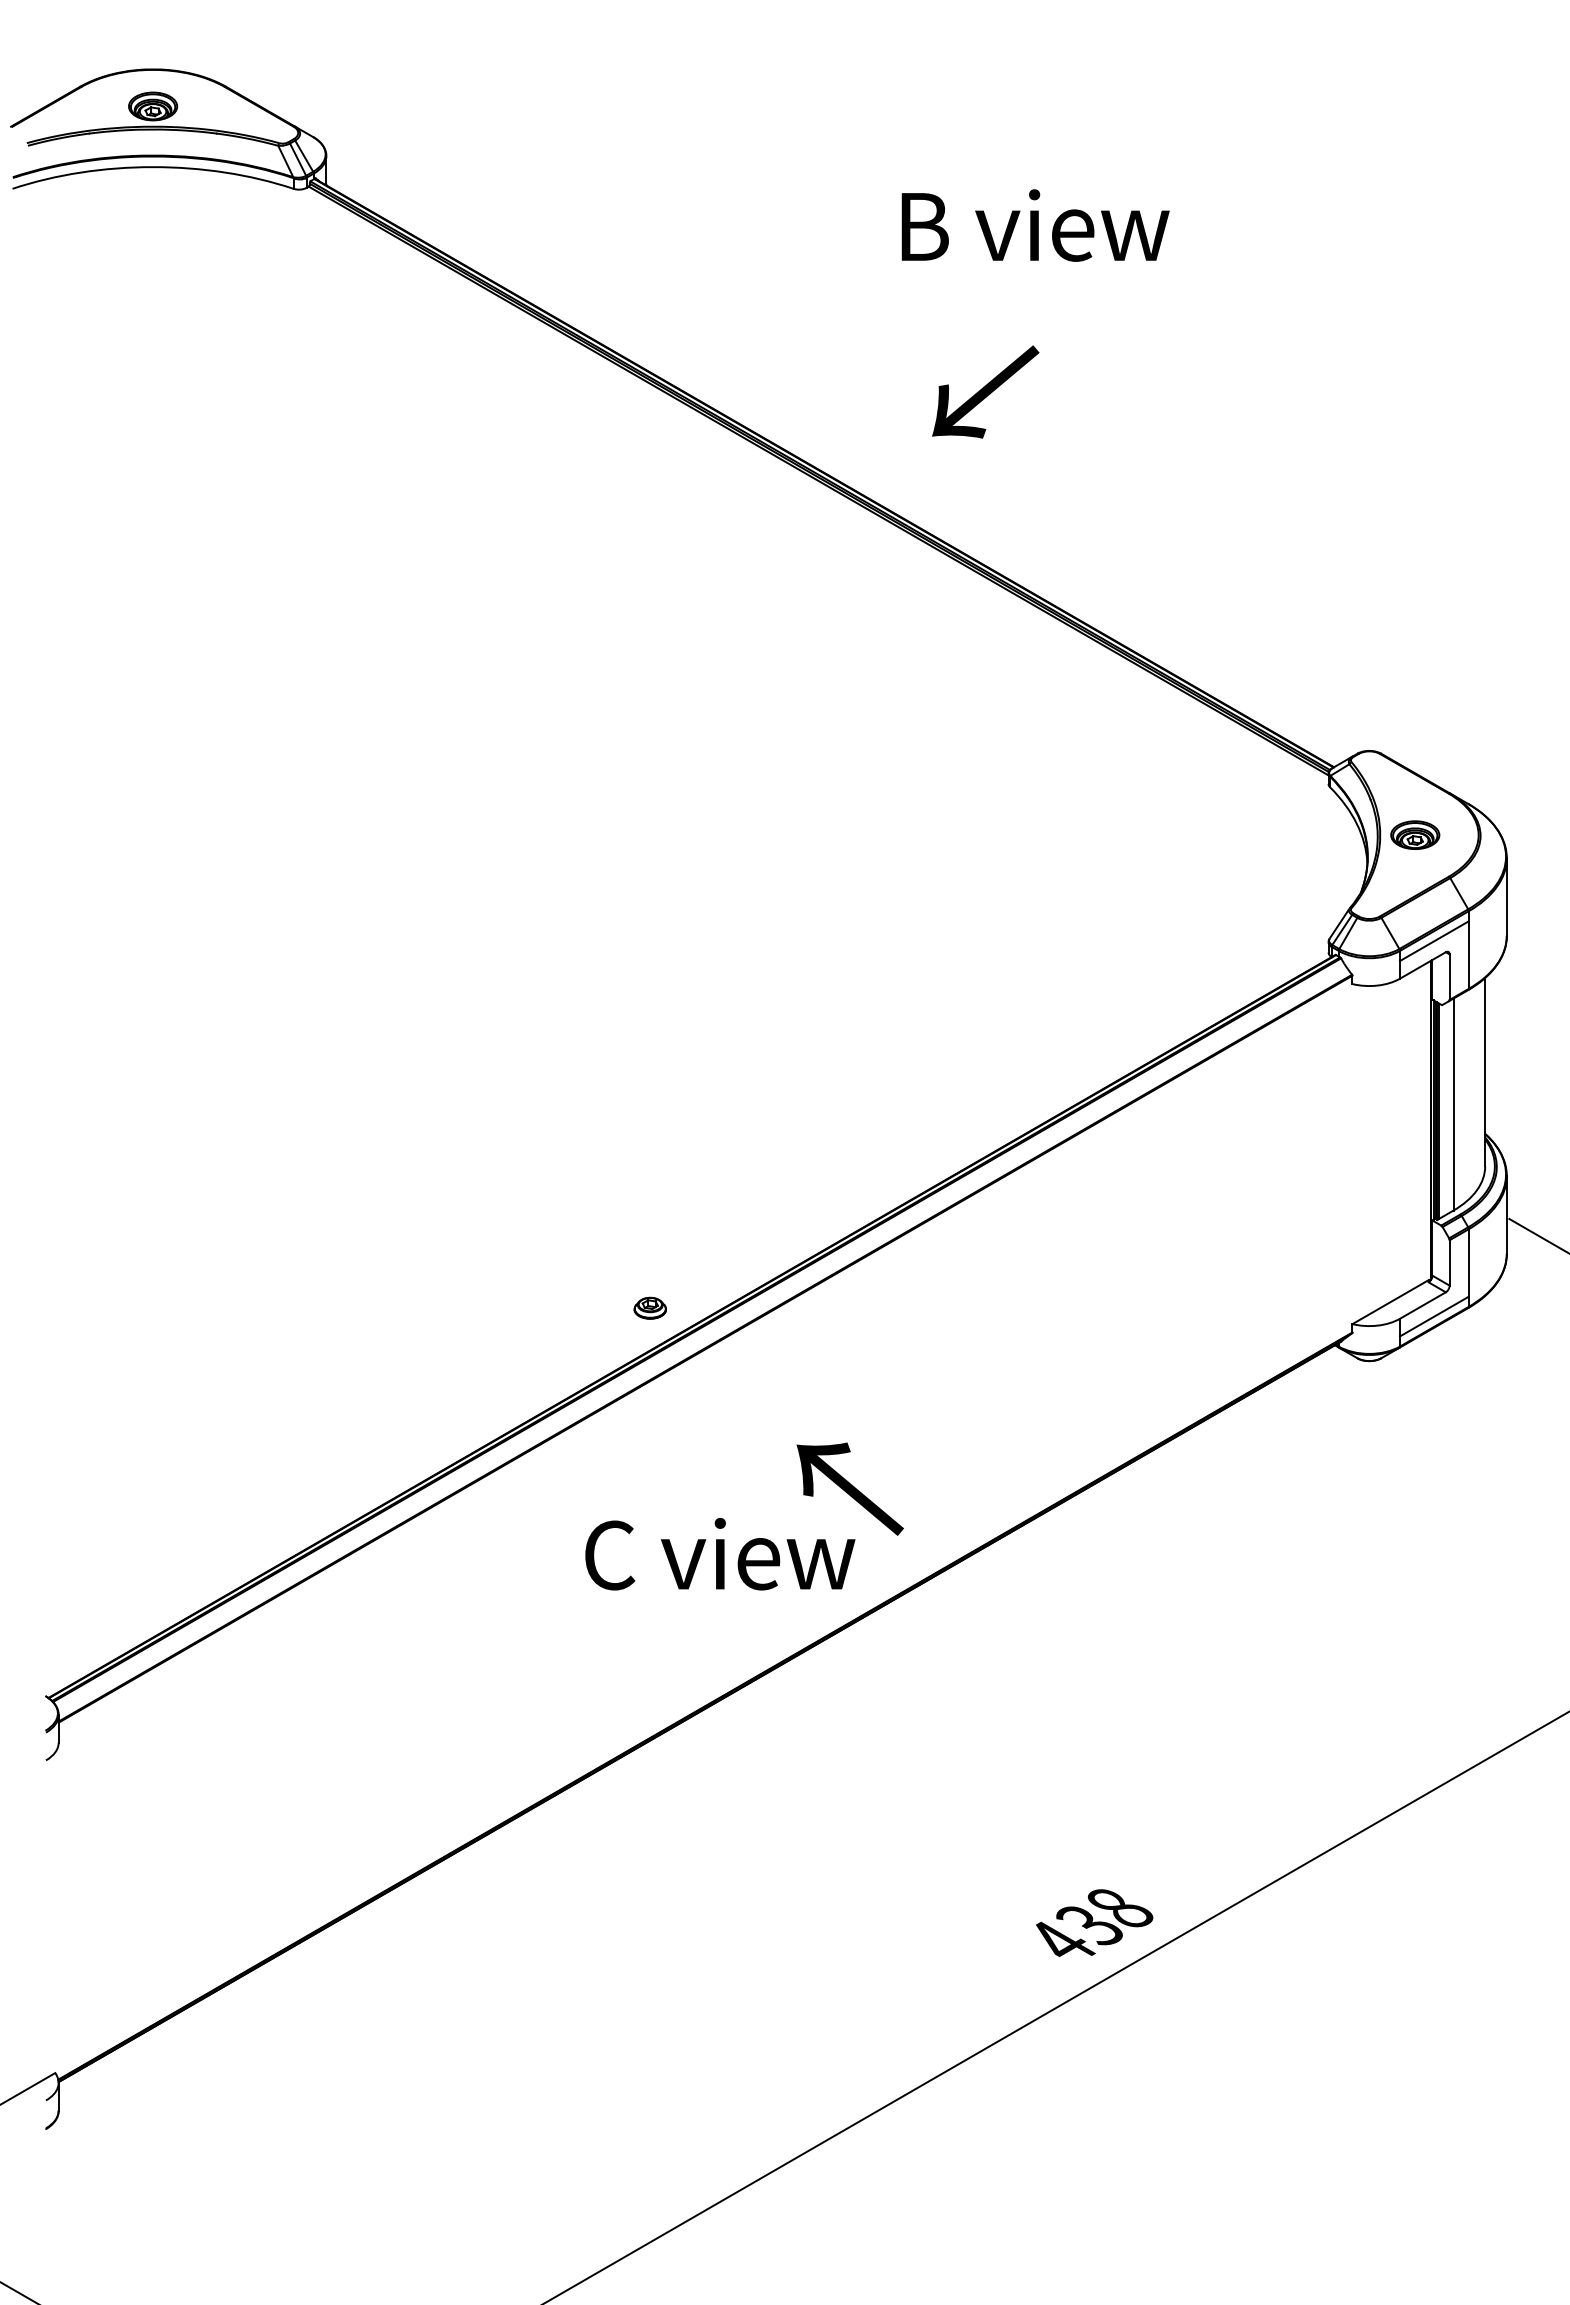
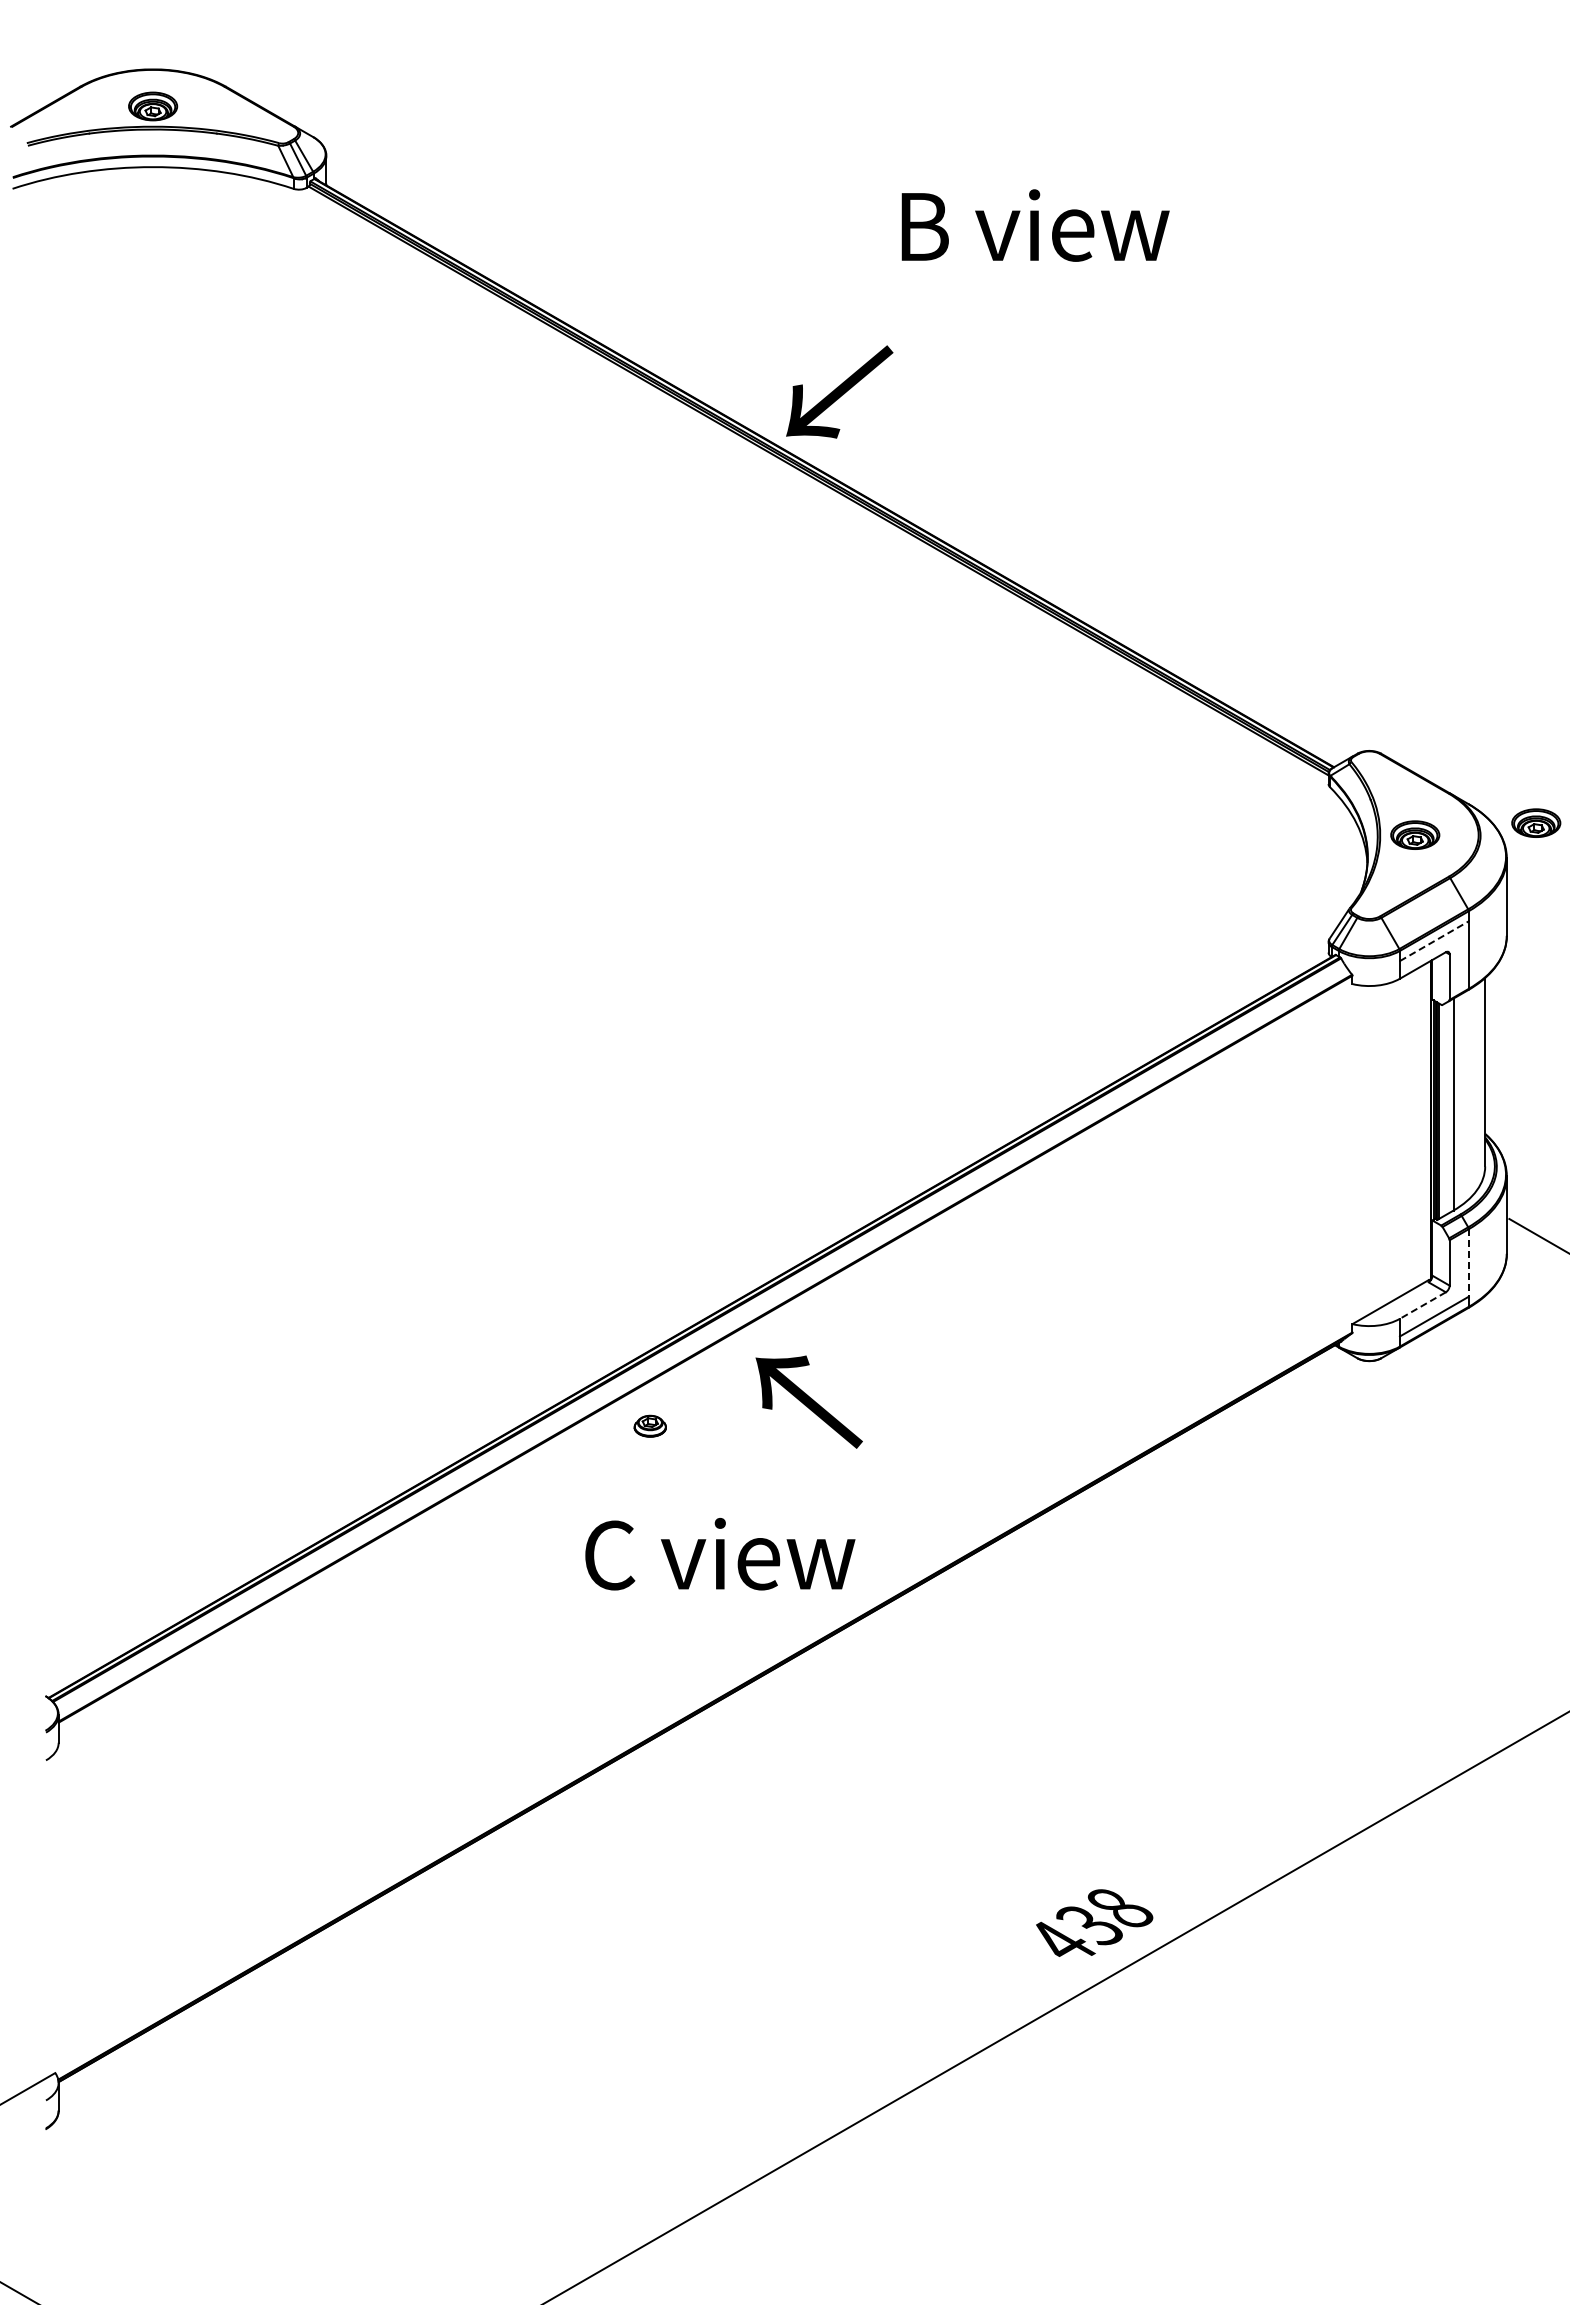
text at (985, 391) position: (985, 391) -> (839, 391)
part at (1536, 822): none -> present
line at (1434, 941): solid -> dashed
line at (1468, 1262): solid -> dashed
line at (1422, 1305): solid -> dashed
part at (649, 1307) position: (649, 1307) -> (649, 1425)
text at (849, 1488) position: (849, 1488) -> (808, 1401)
